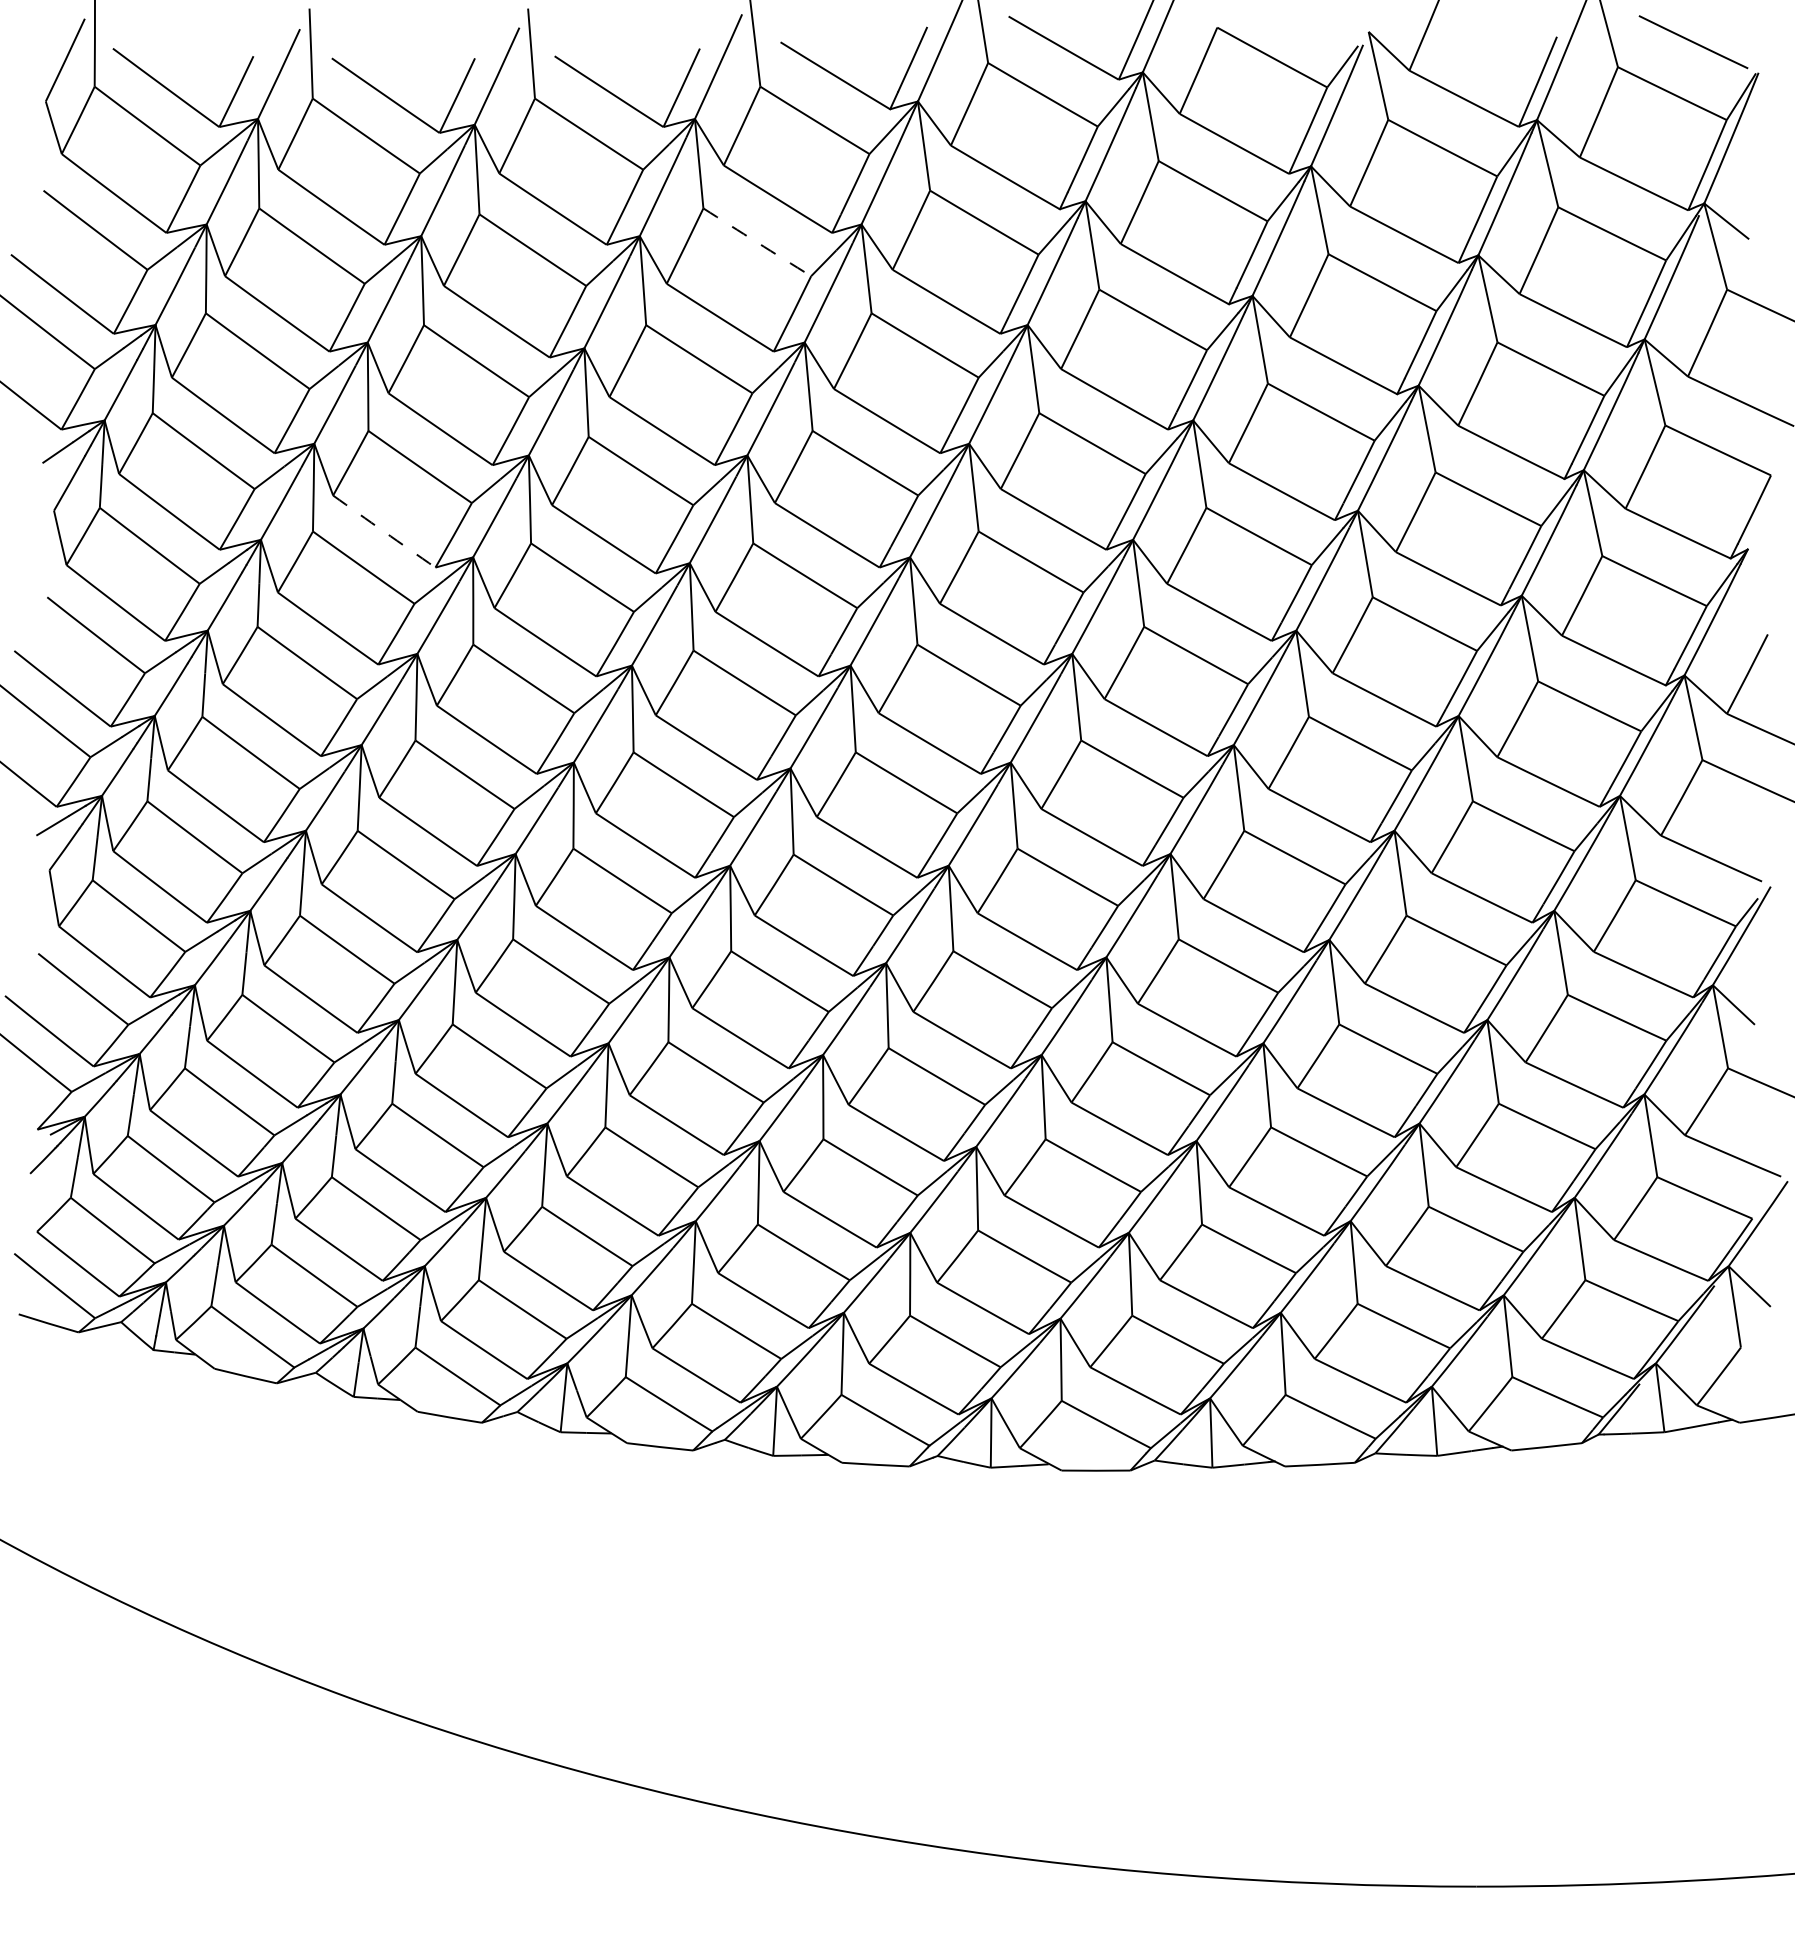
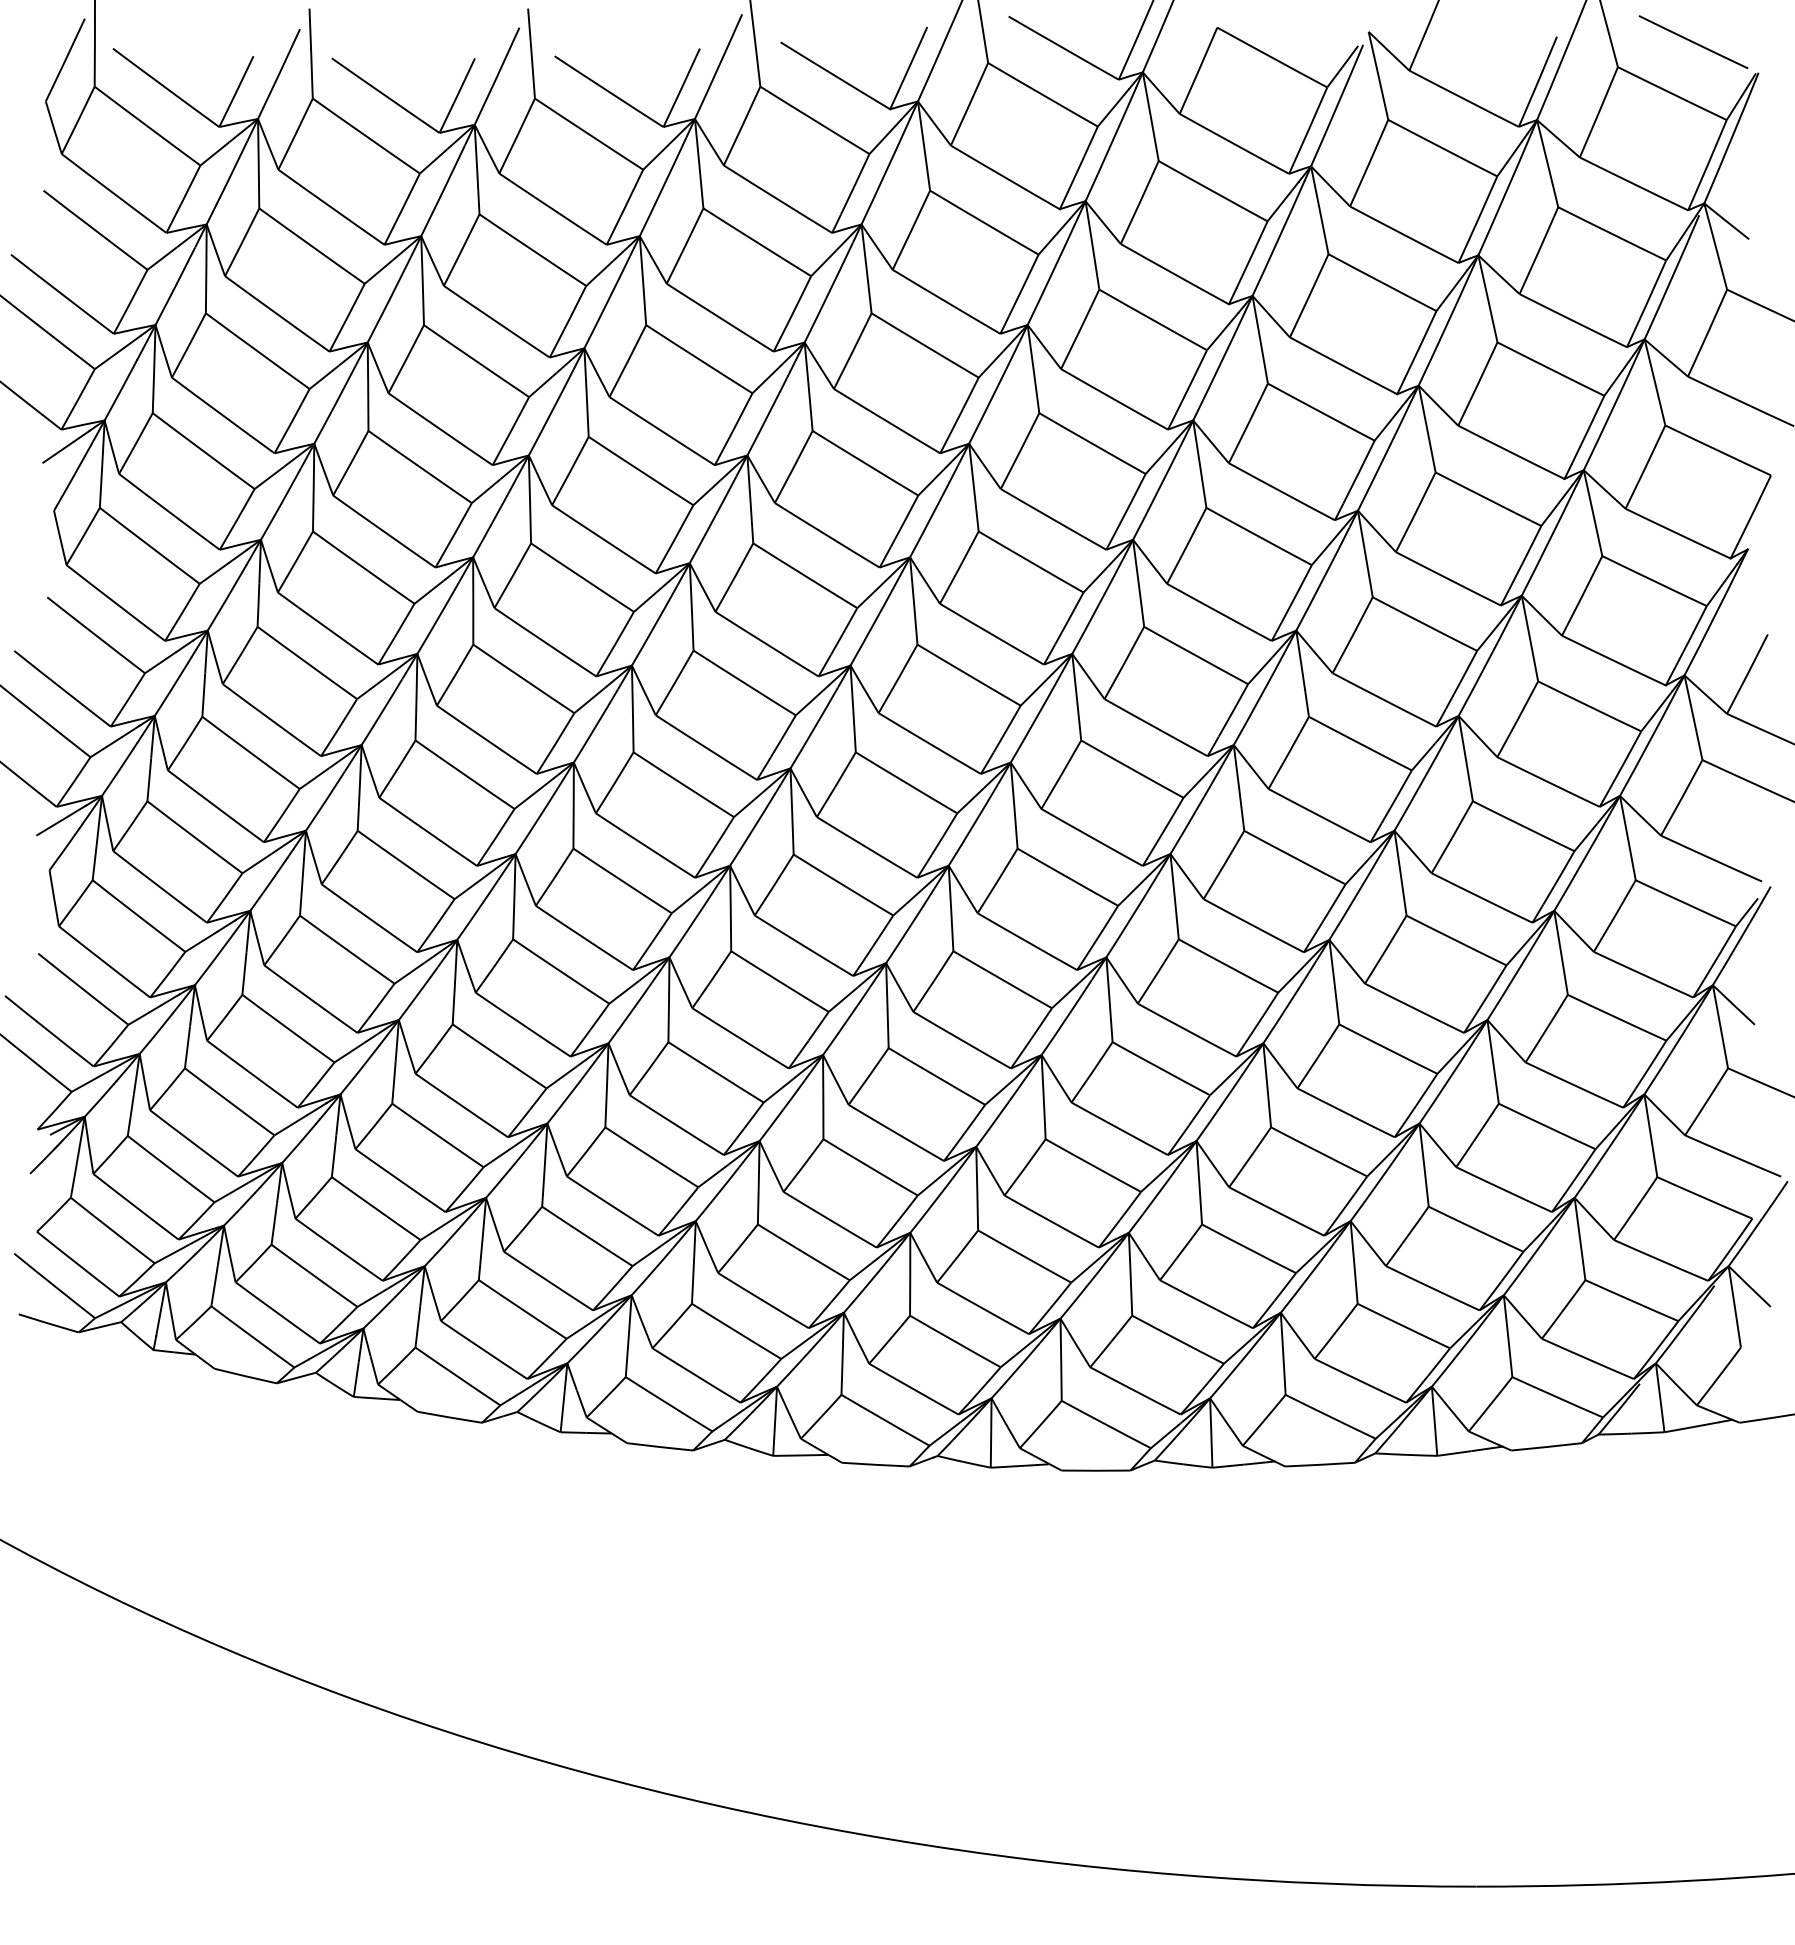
arc at (757, 242): dashed -> solid
arc at (384, 531): dashed -> solid
